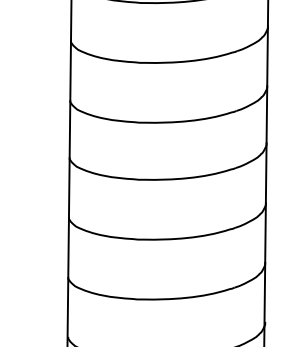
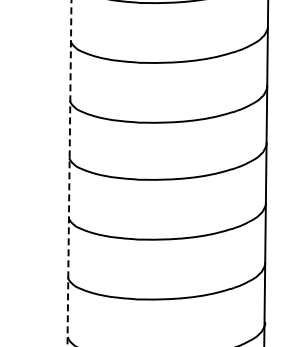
line at (69, 173): solid -> dashed
